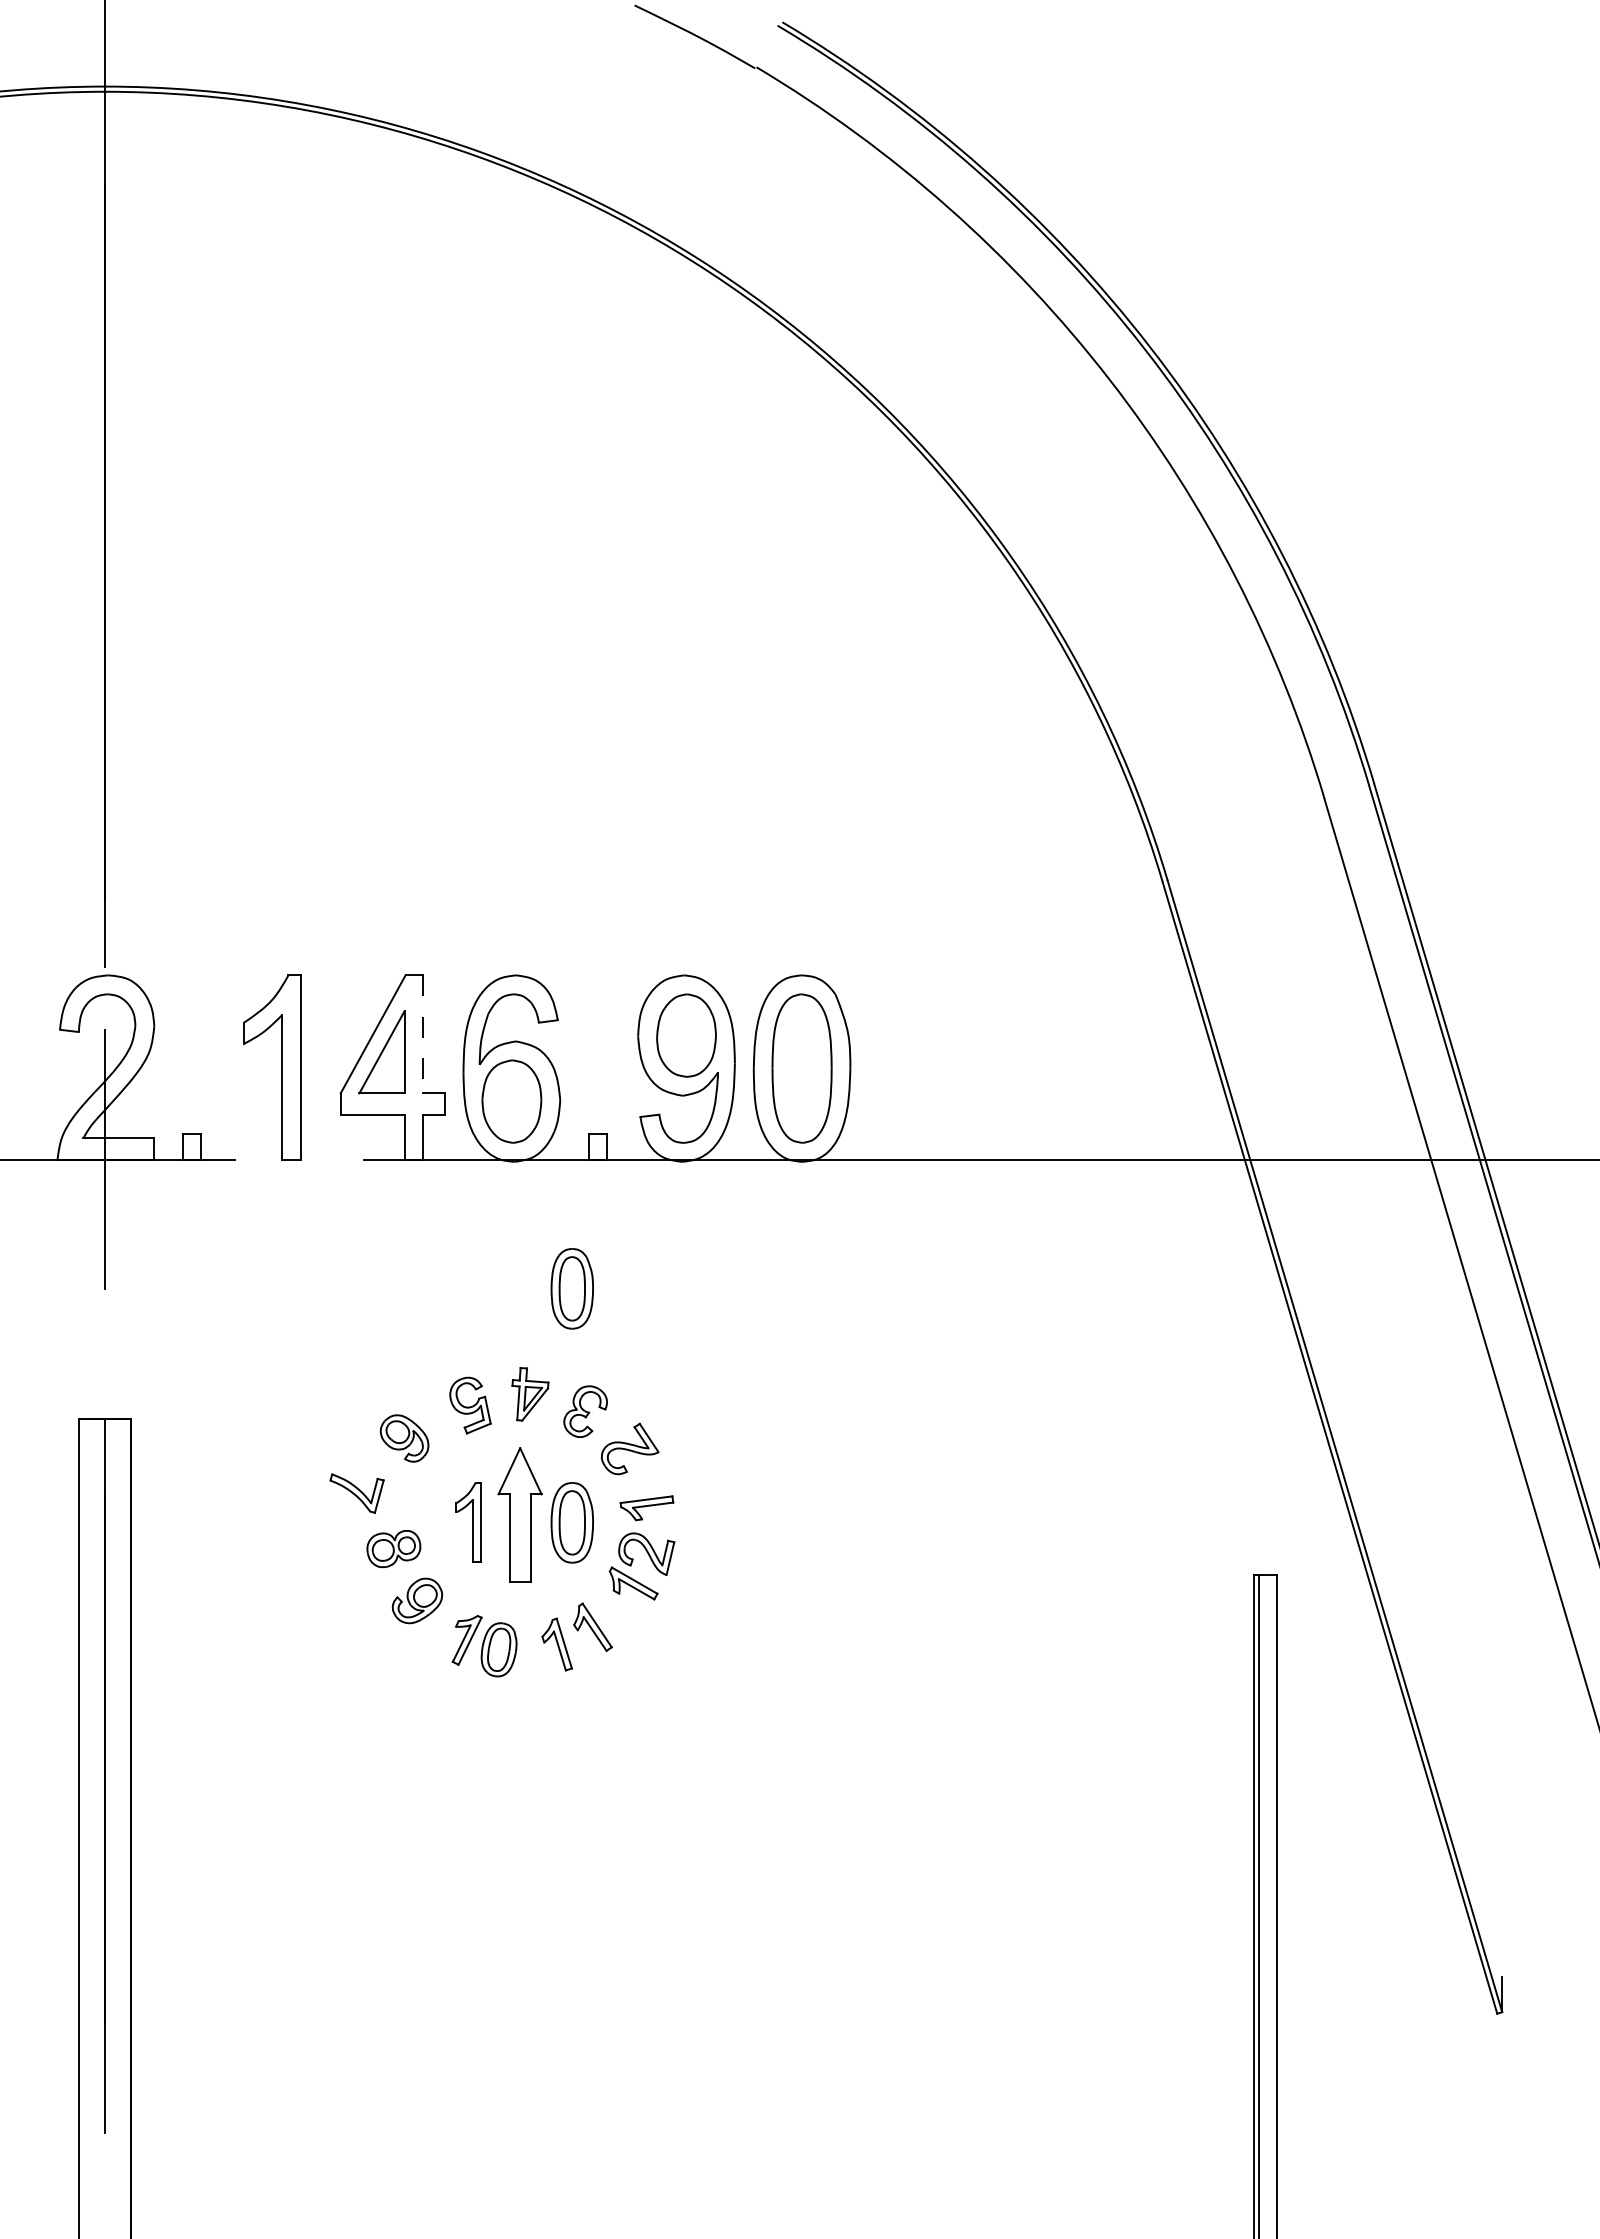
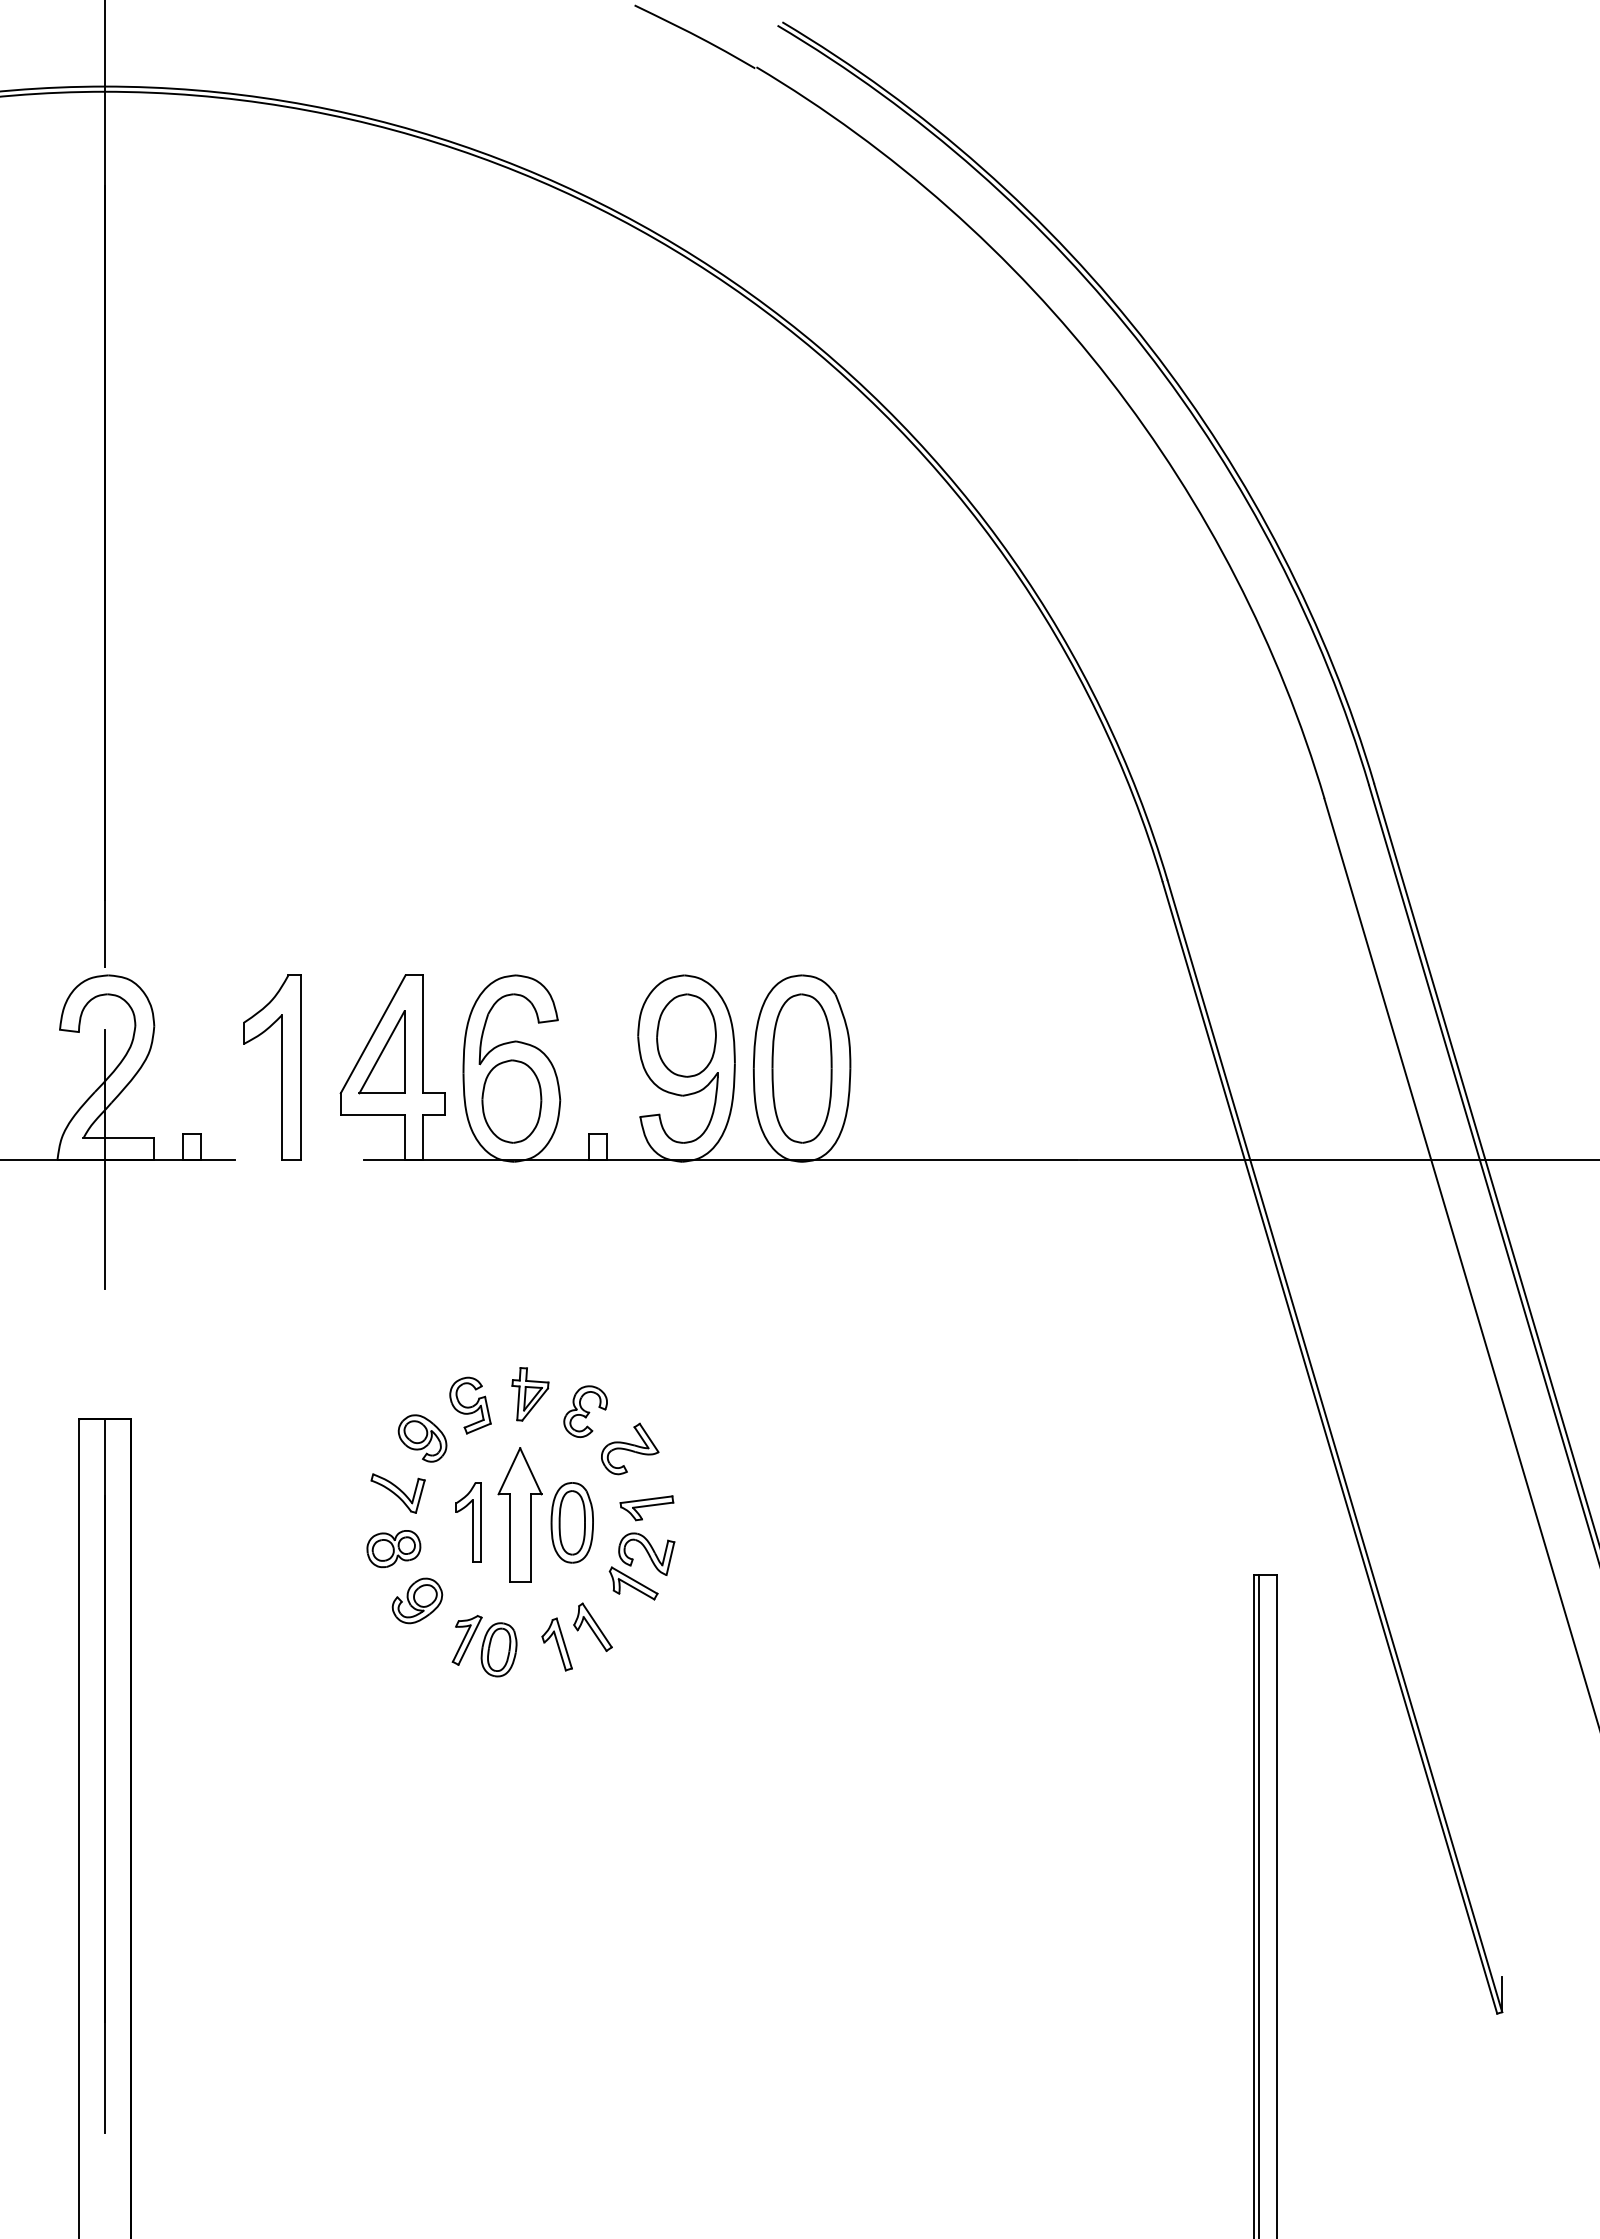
line at (423, 1034): dashed -> solid
part at (571, 1288): present -> none
part at (404, 1438) position: (404, 1438) -> (422, 1438)
part at (356, 1493) position: (356, 1493) -> (397, 1493)
